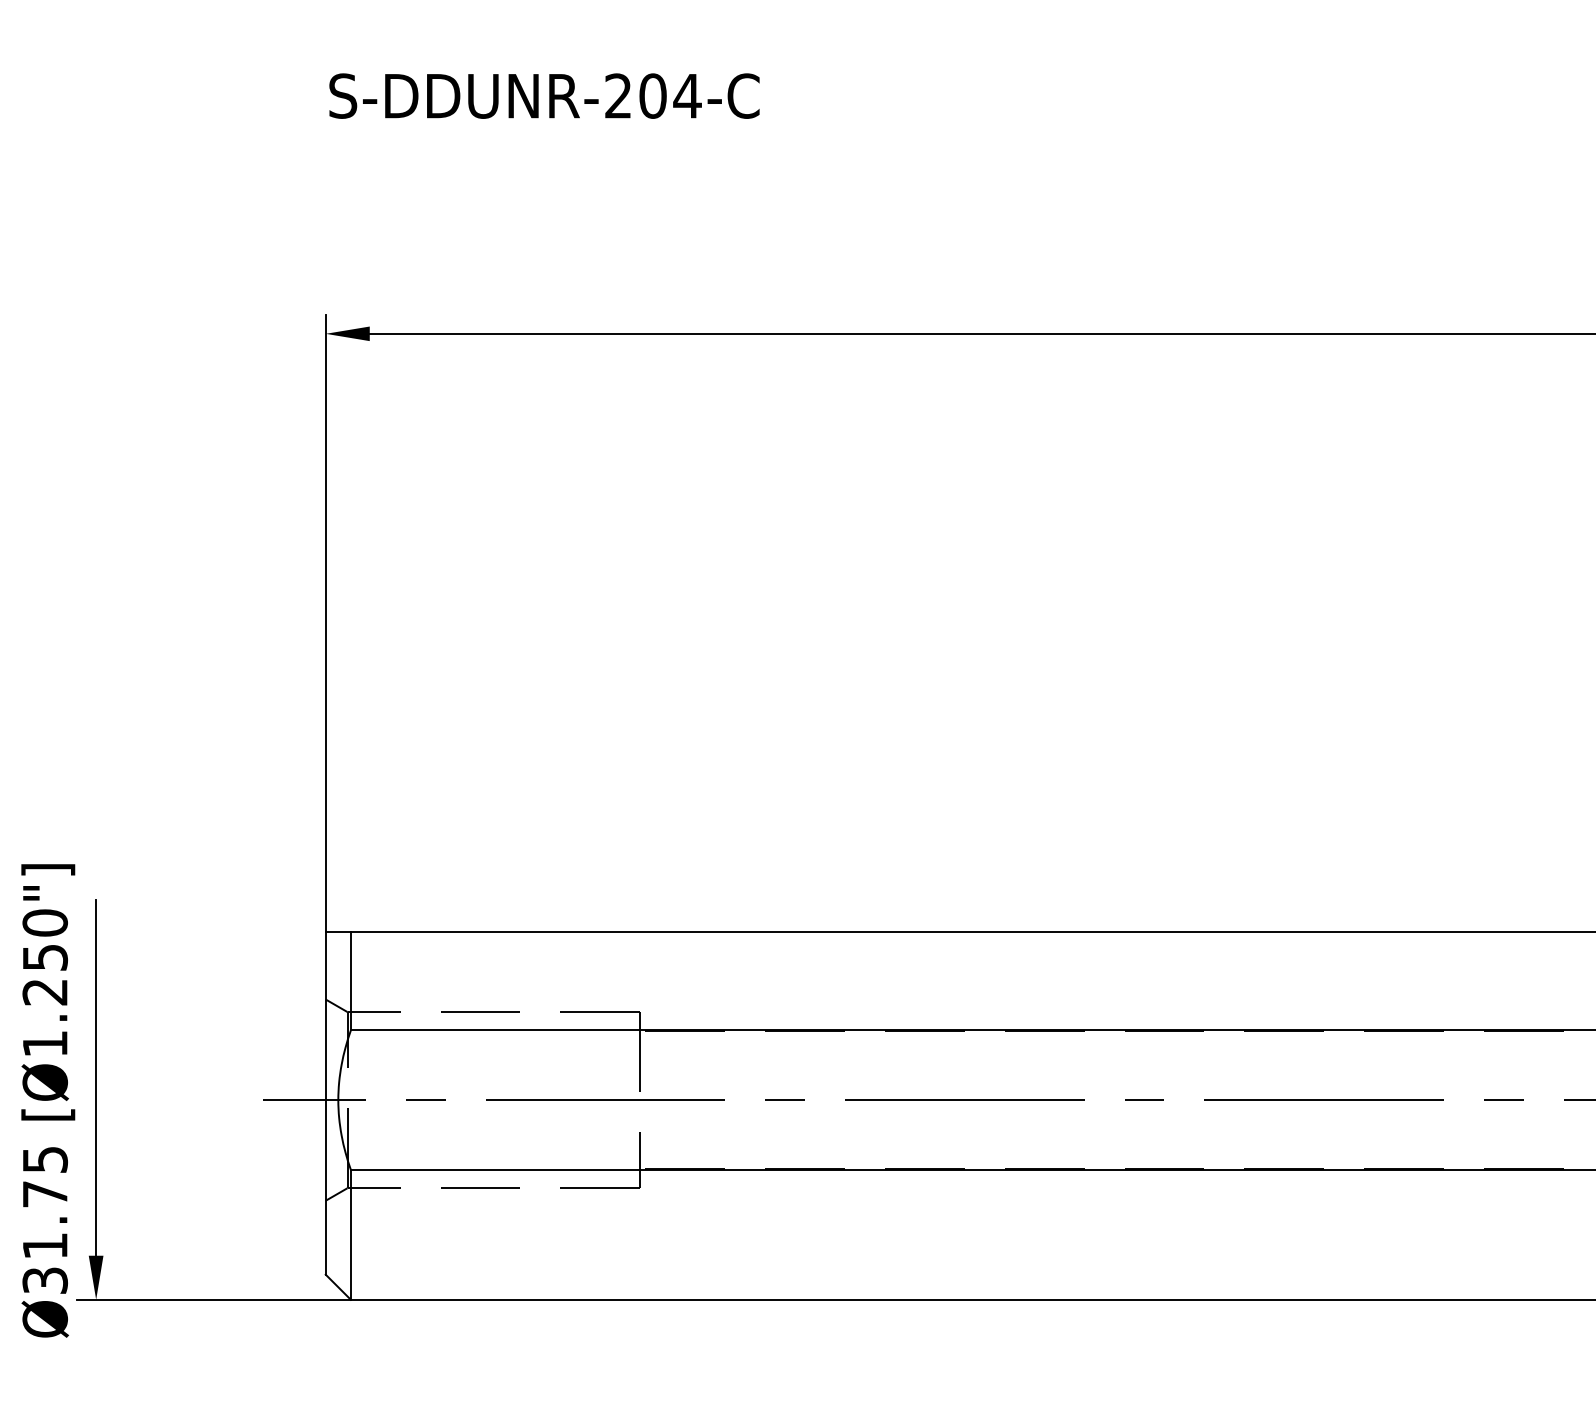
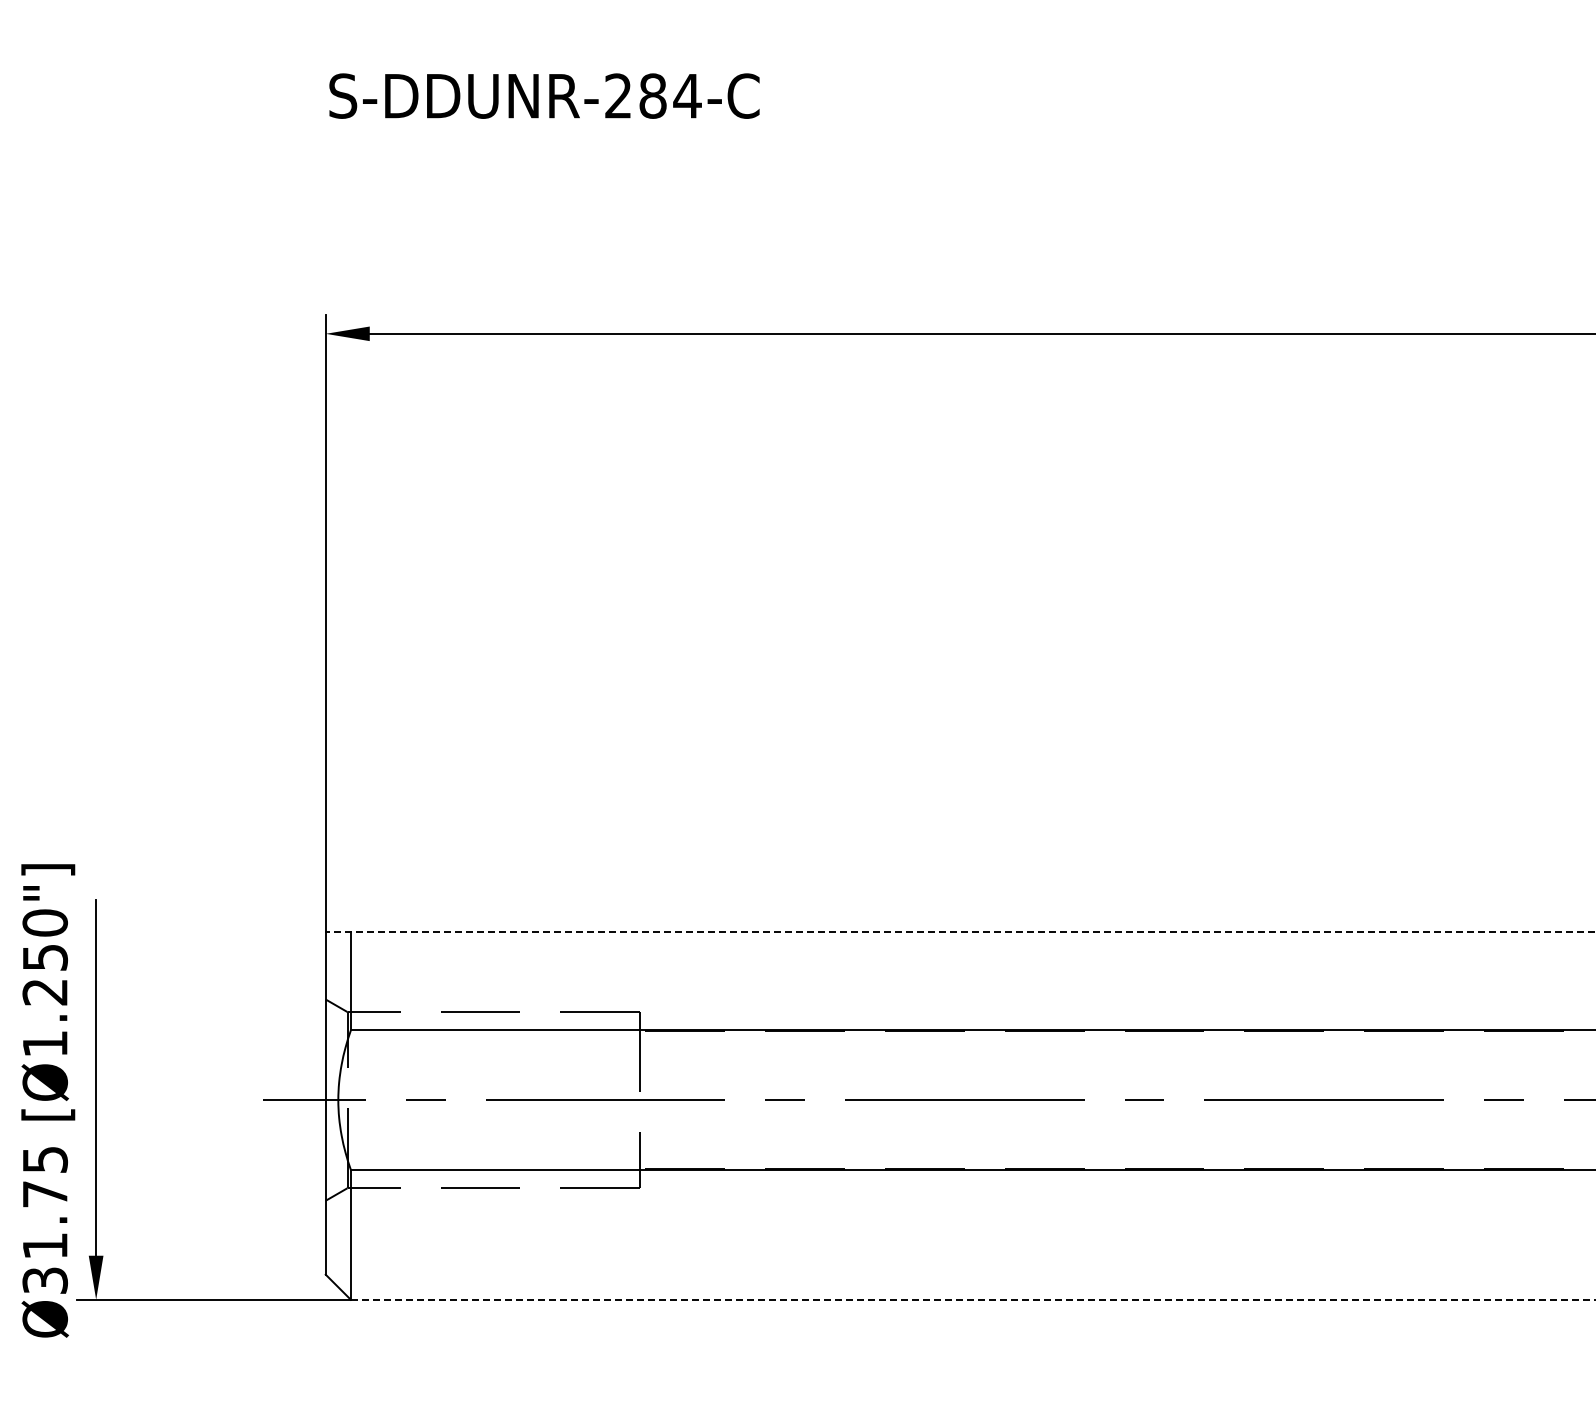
text at (652, 95): S-DDUNR-204-C -> S-DDUNR-284-C
line at (960, 931): solid -> dashed
line at (973, 1299): solid -> dashed
